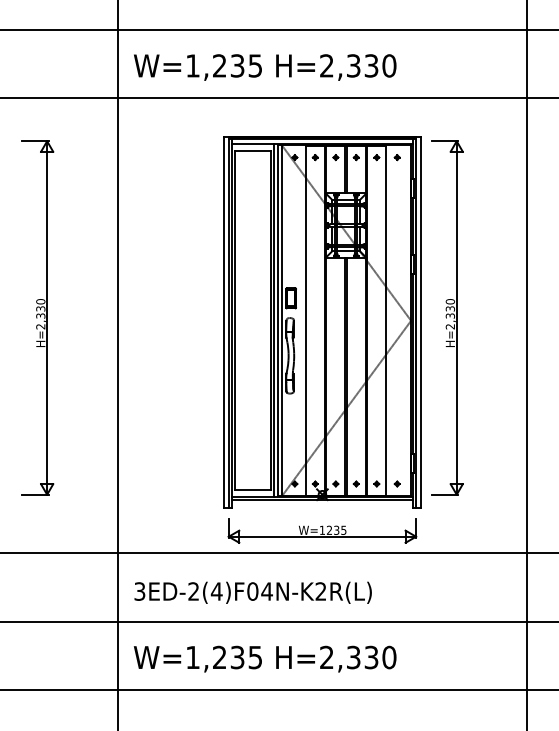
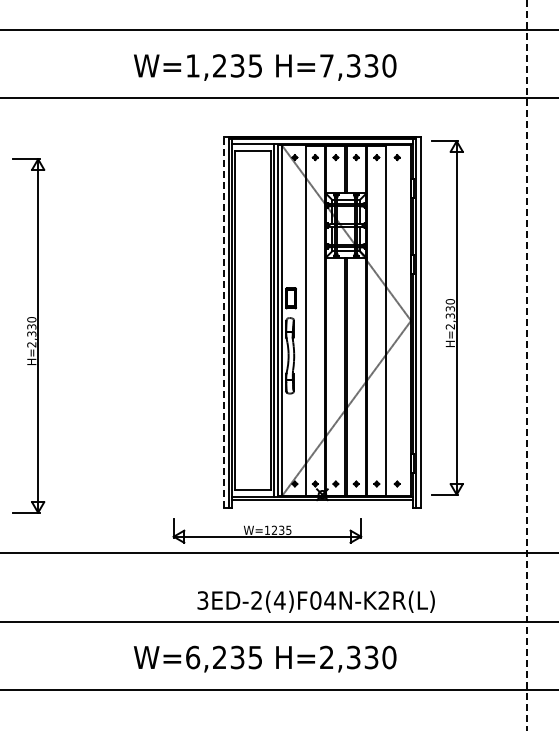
text at (326, 65): H=2,330 -> H=7,330
part at (37, 317) position: (37, 317) -> (28, 335)
line at (224, 322): solid -> dashed
line at (117, 364): present -> none
line at (527, 365): solid -> dashed
part at (322, 530) position: (322, 530) -> (267, 530)
text at (252, 592) position: (252, 592) -> (315, 601)
text at (193, 657): W=1,235 -> W=6,235
